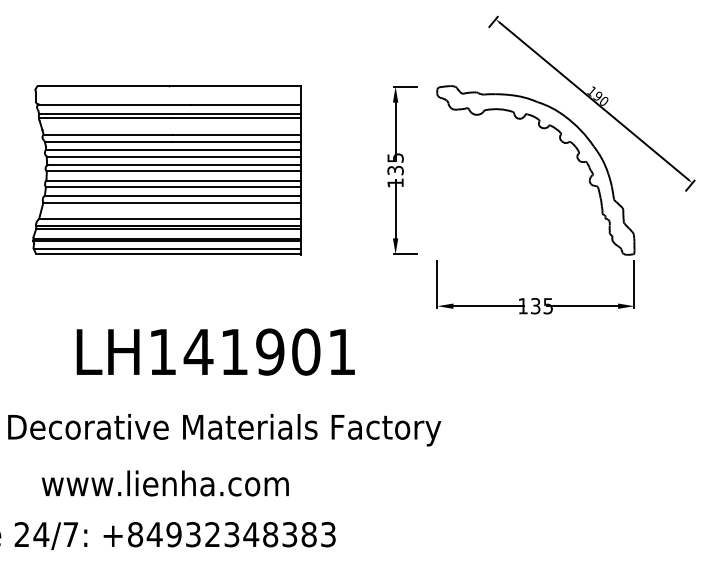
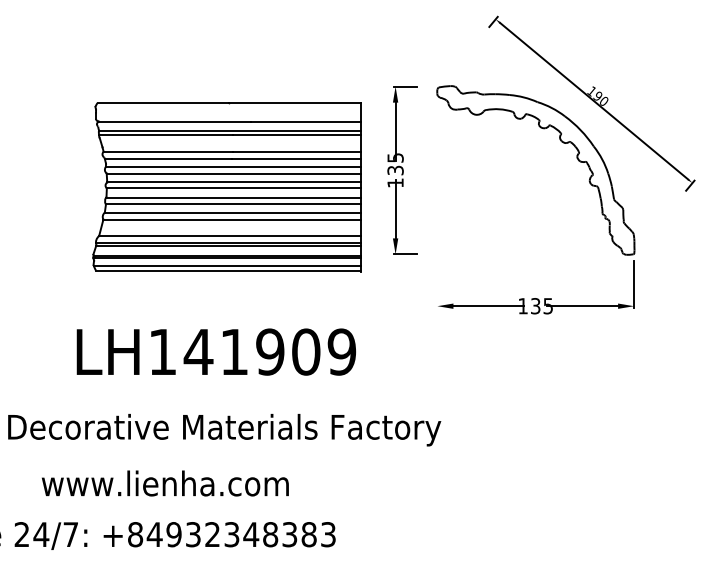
part at (166, 170) position: (166, 170) -> (226, 187)
line at (437, 283): present -> none
text at (341, 351): LH141901 -> LH141909
